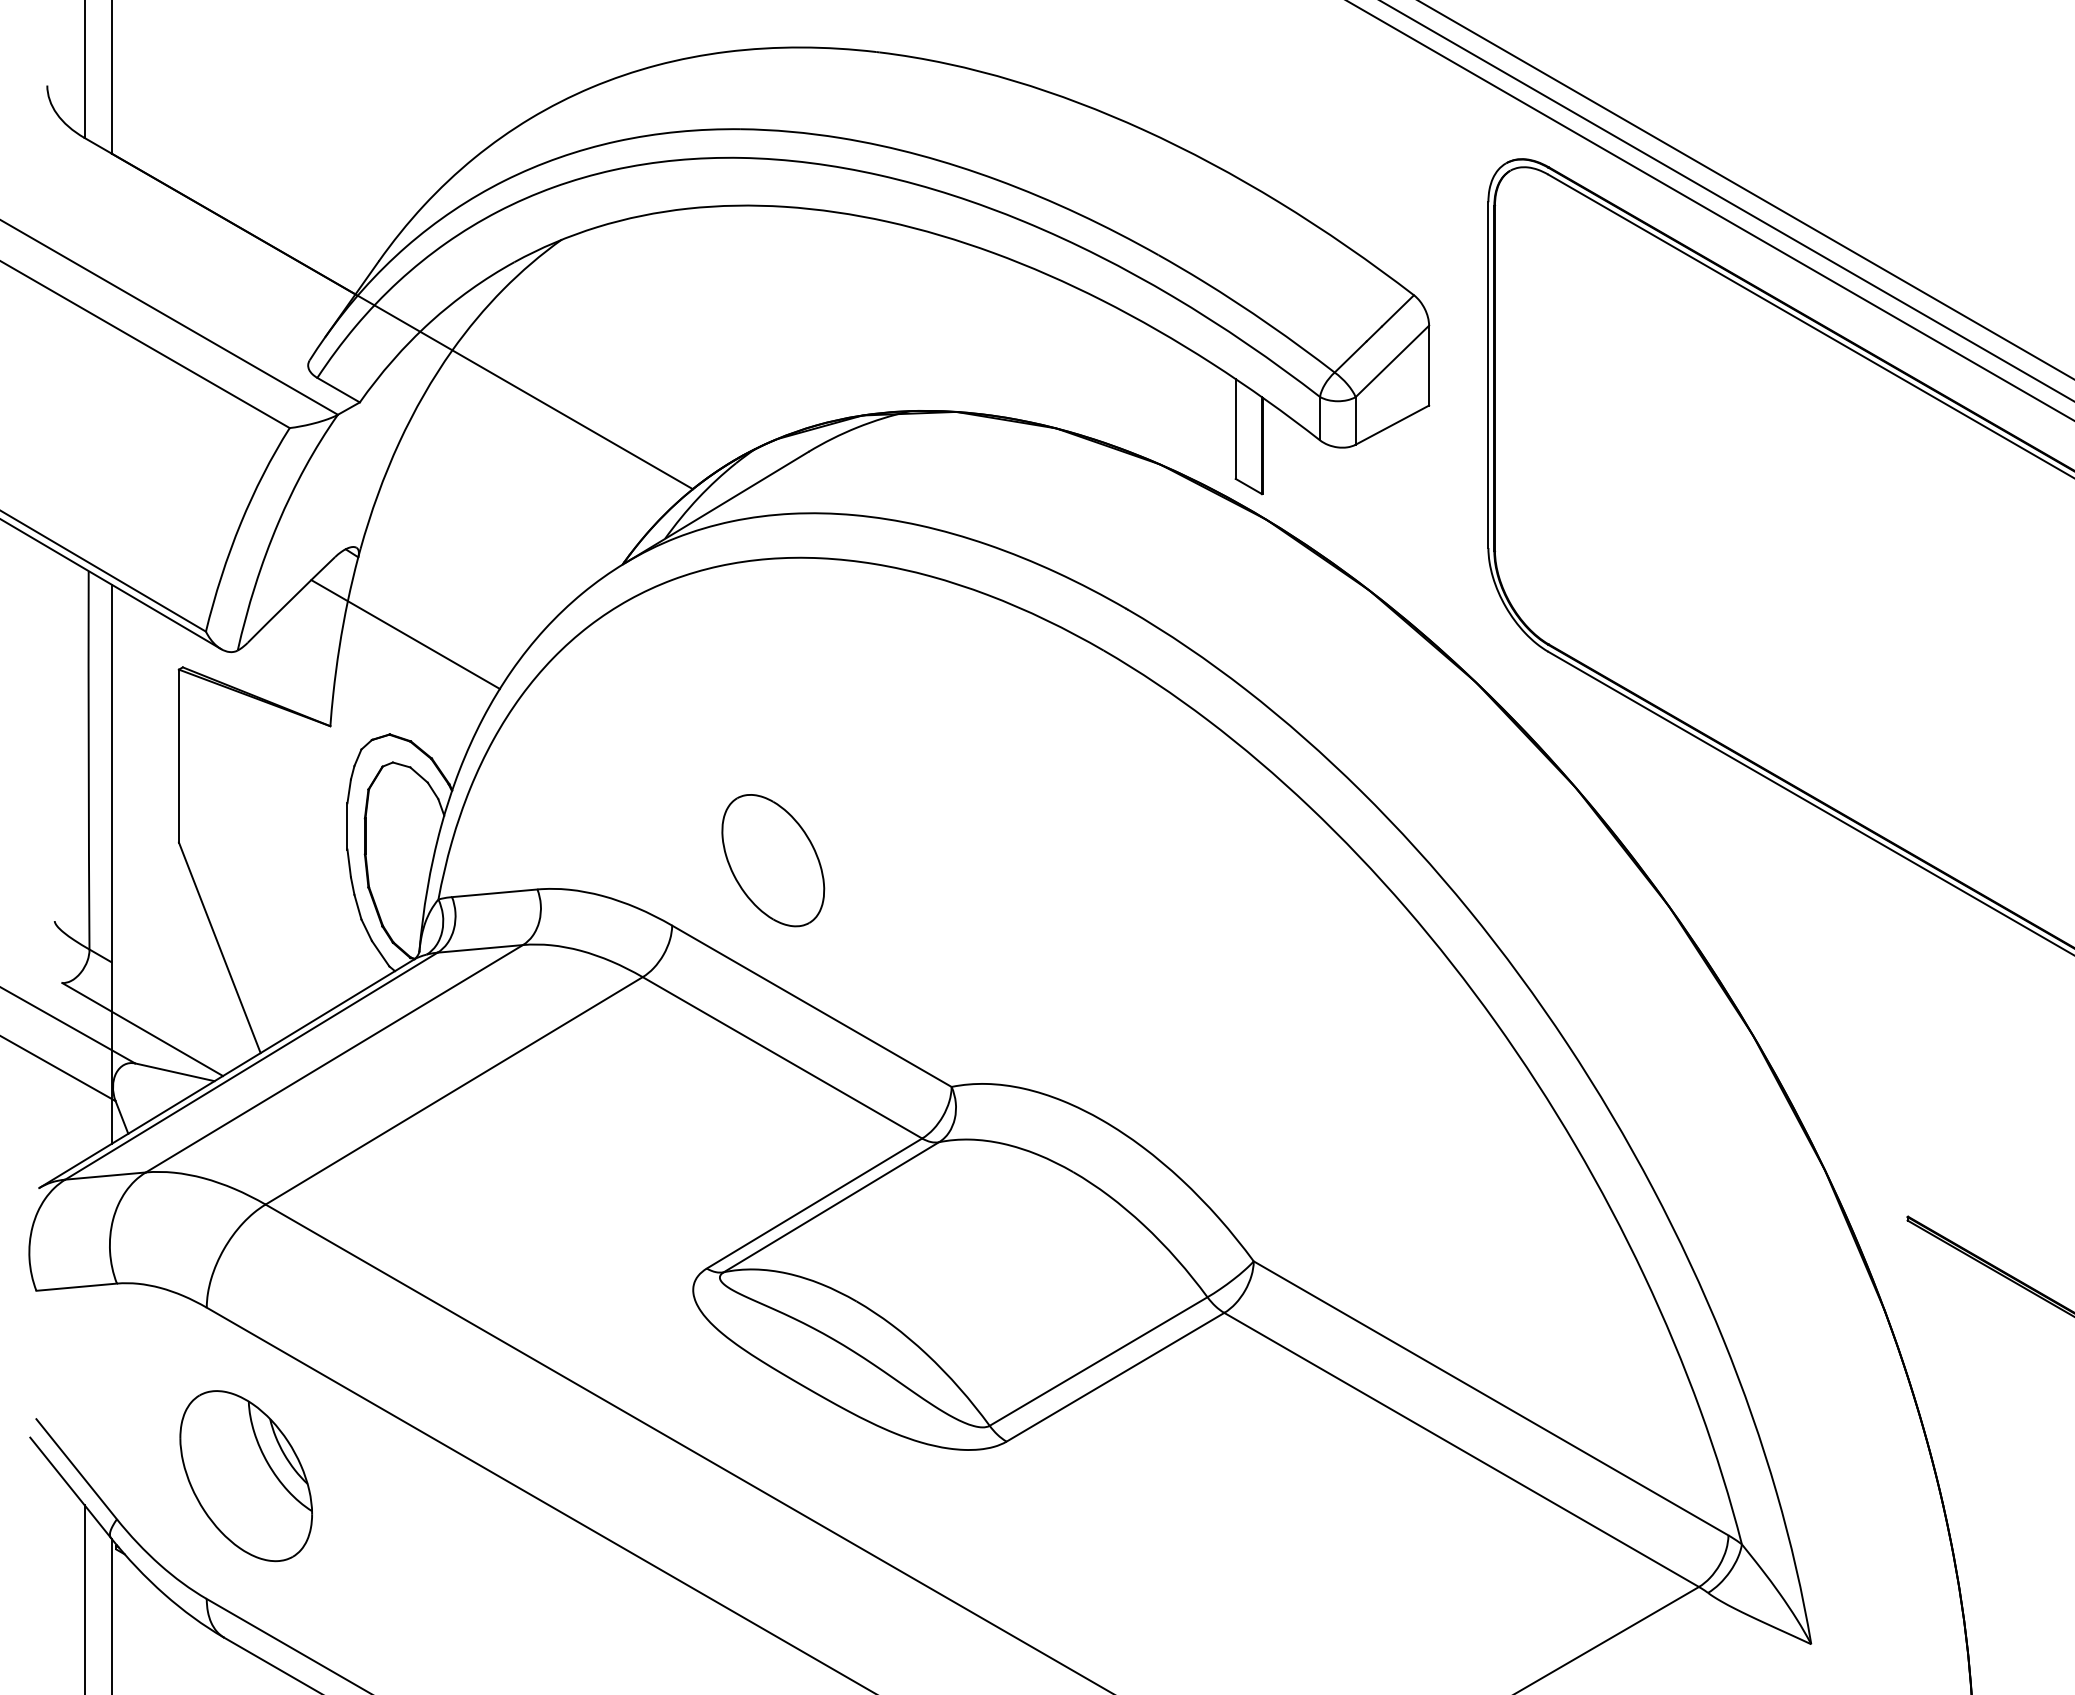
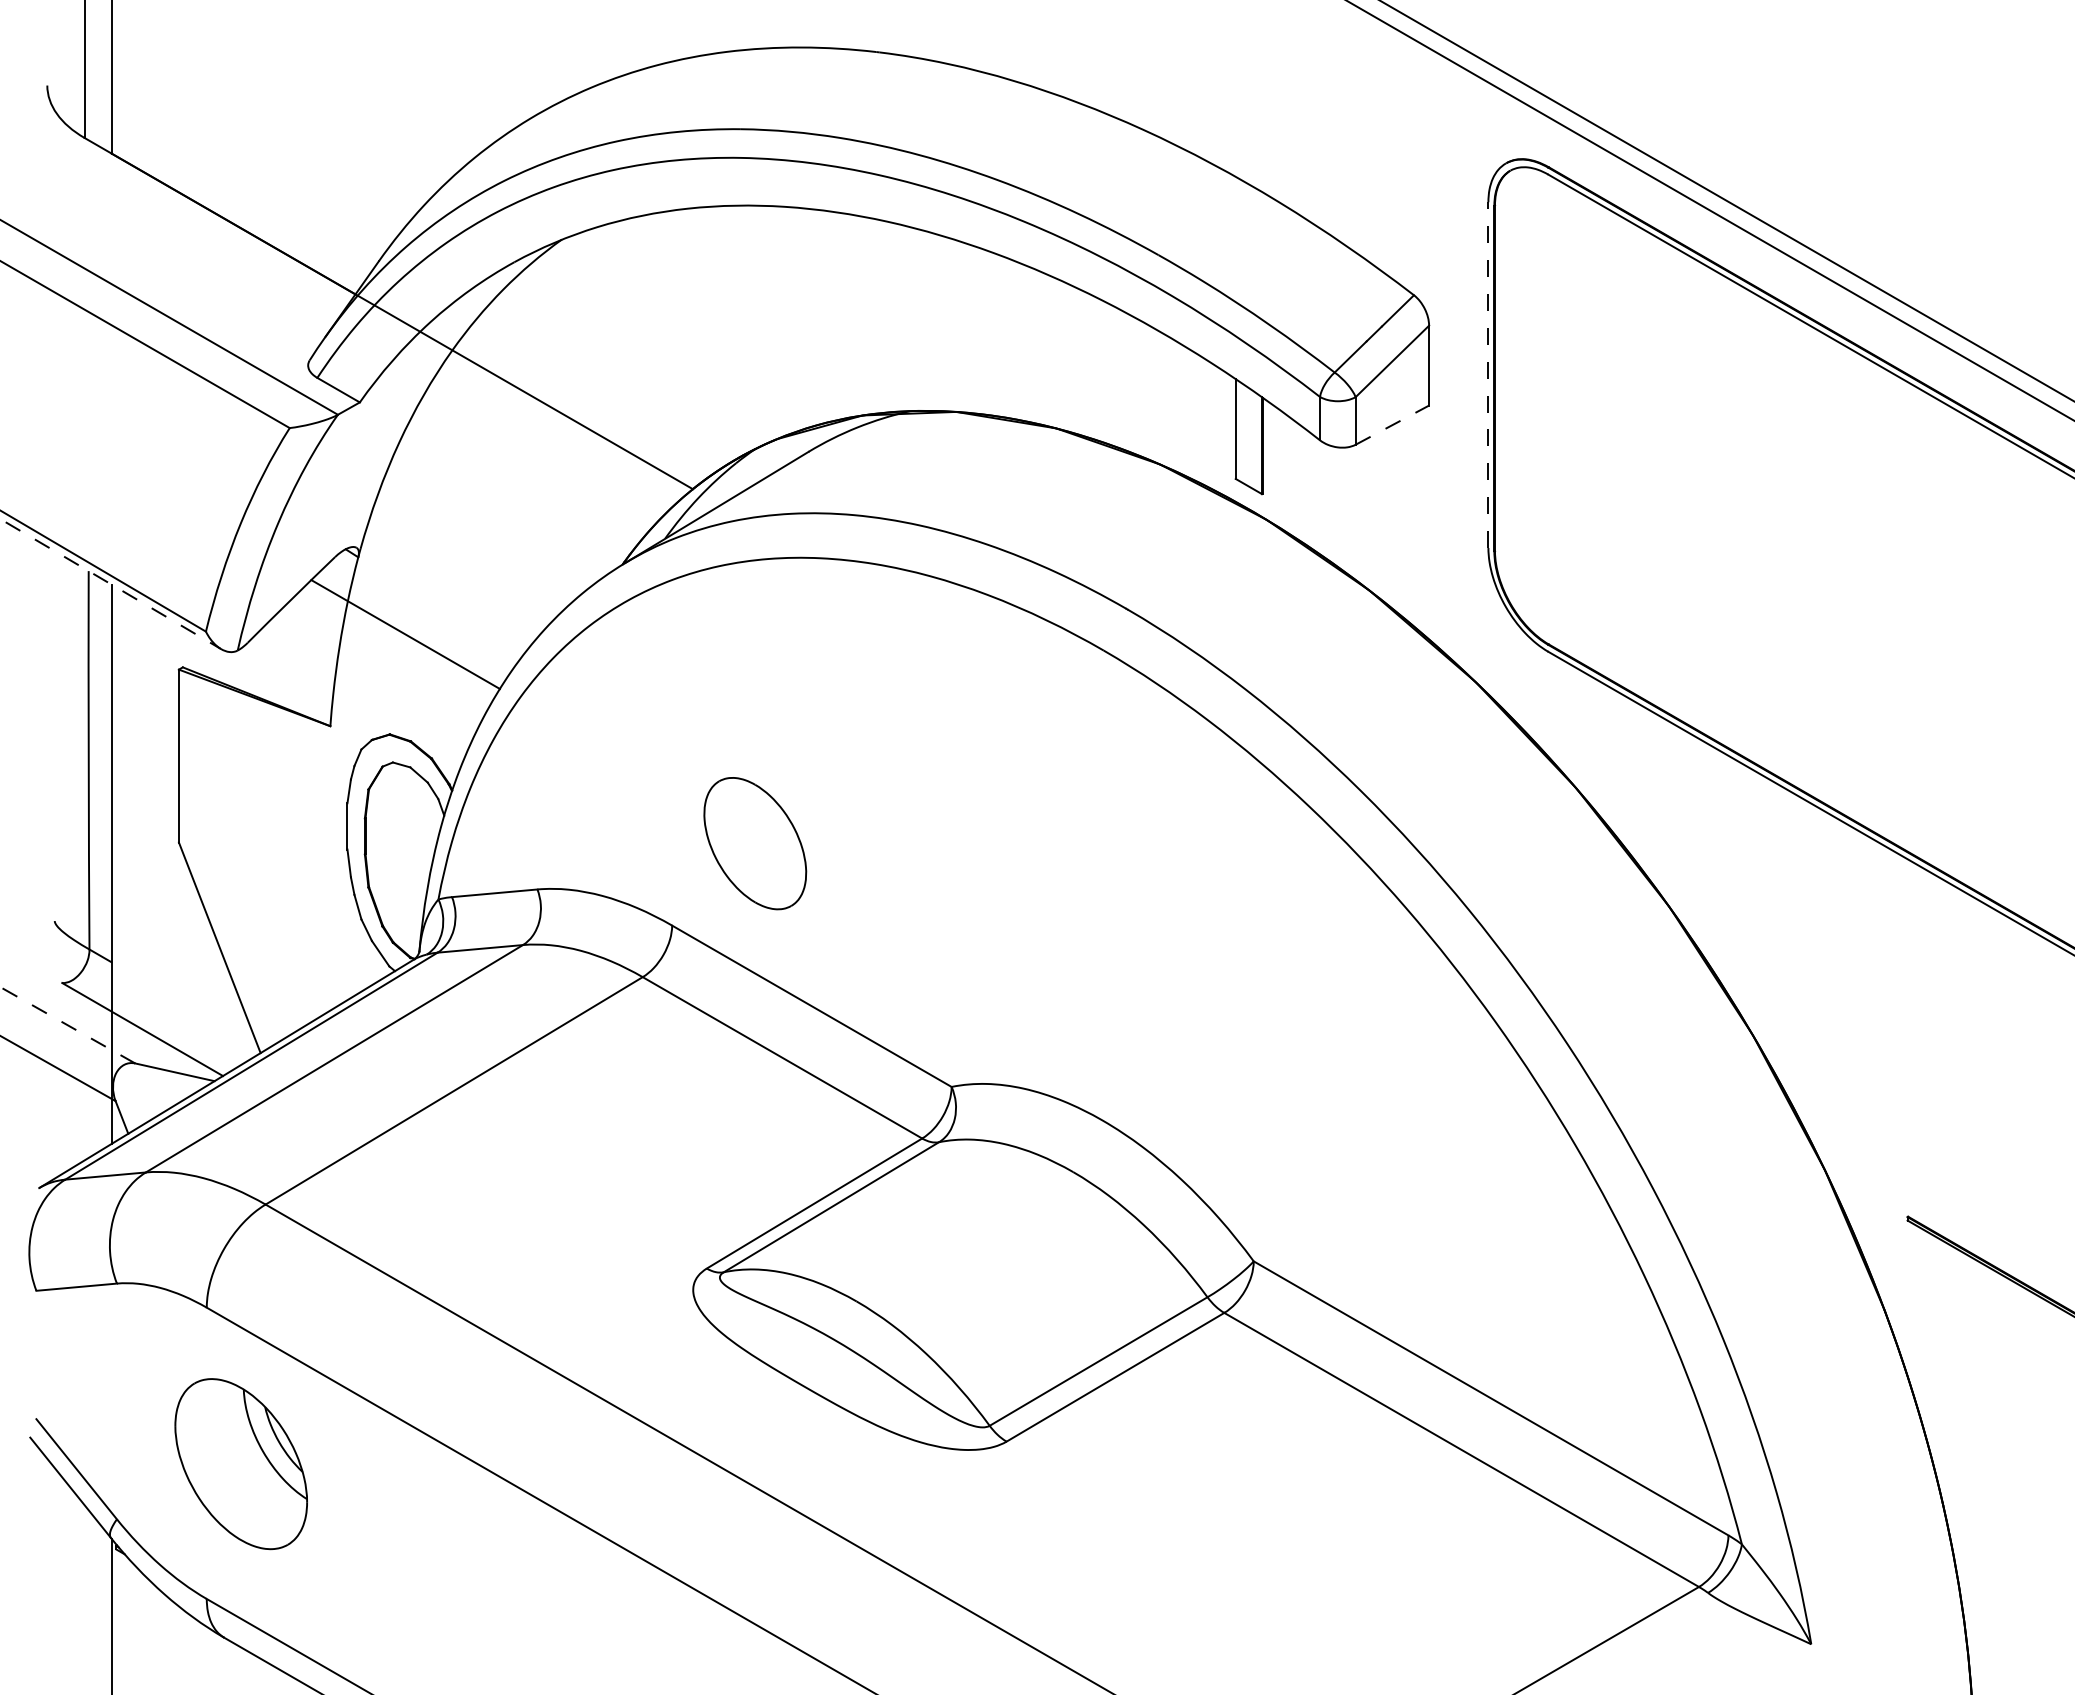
line at (1745, 189): present -> none
line at (1488, 375): solid -> dashed
line at (1392, 425): solid -> dashed
line at (110, 584): solid -> dashed
part at (773, 860) position: (773, 860) -> (755, 843)
line at (67, 1025): solid -> dashed
part at (245, 1476) position: (245, 1476) -> (240, 1464)
line at (84, 1598): present -> none
